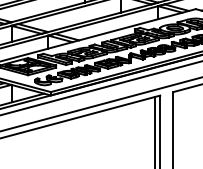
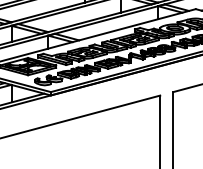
line at (100, 88): present -> none
line at (100, 104): present -> none
line at (155, 130): present -> none
